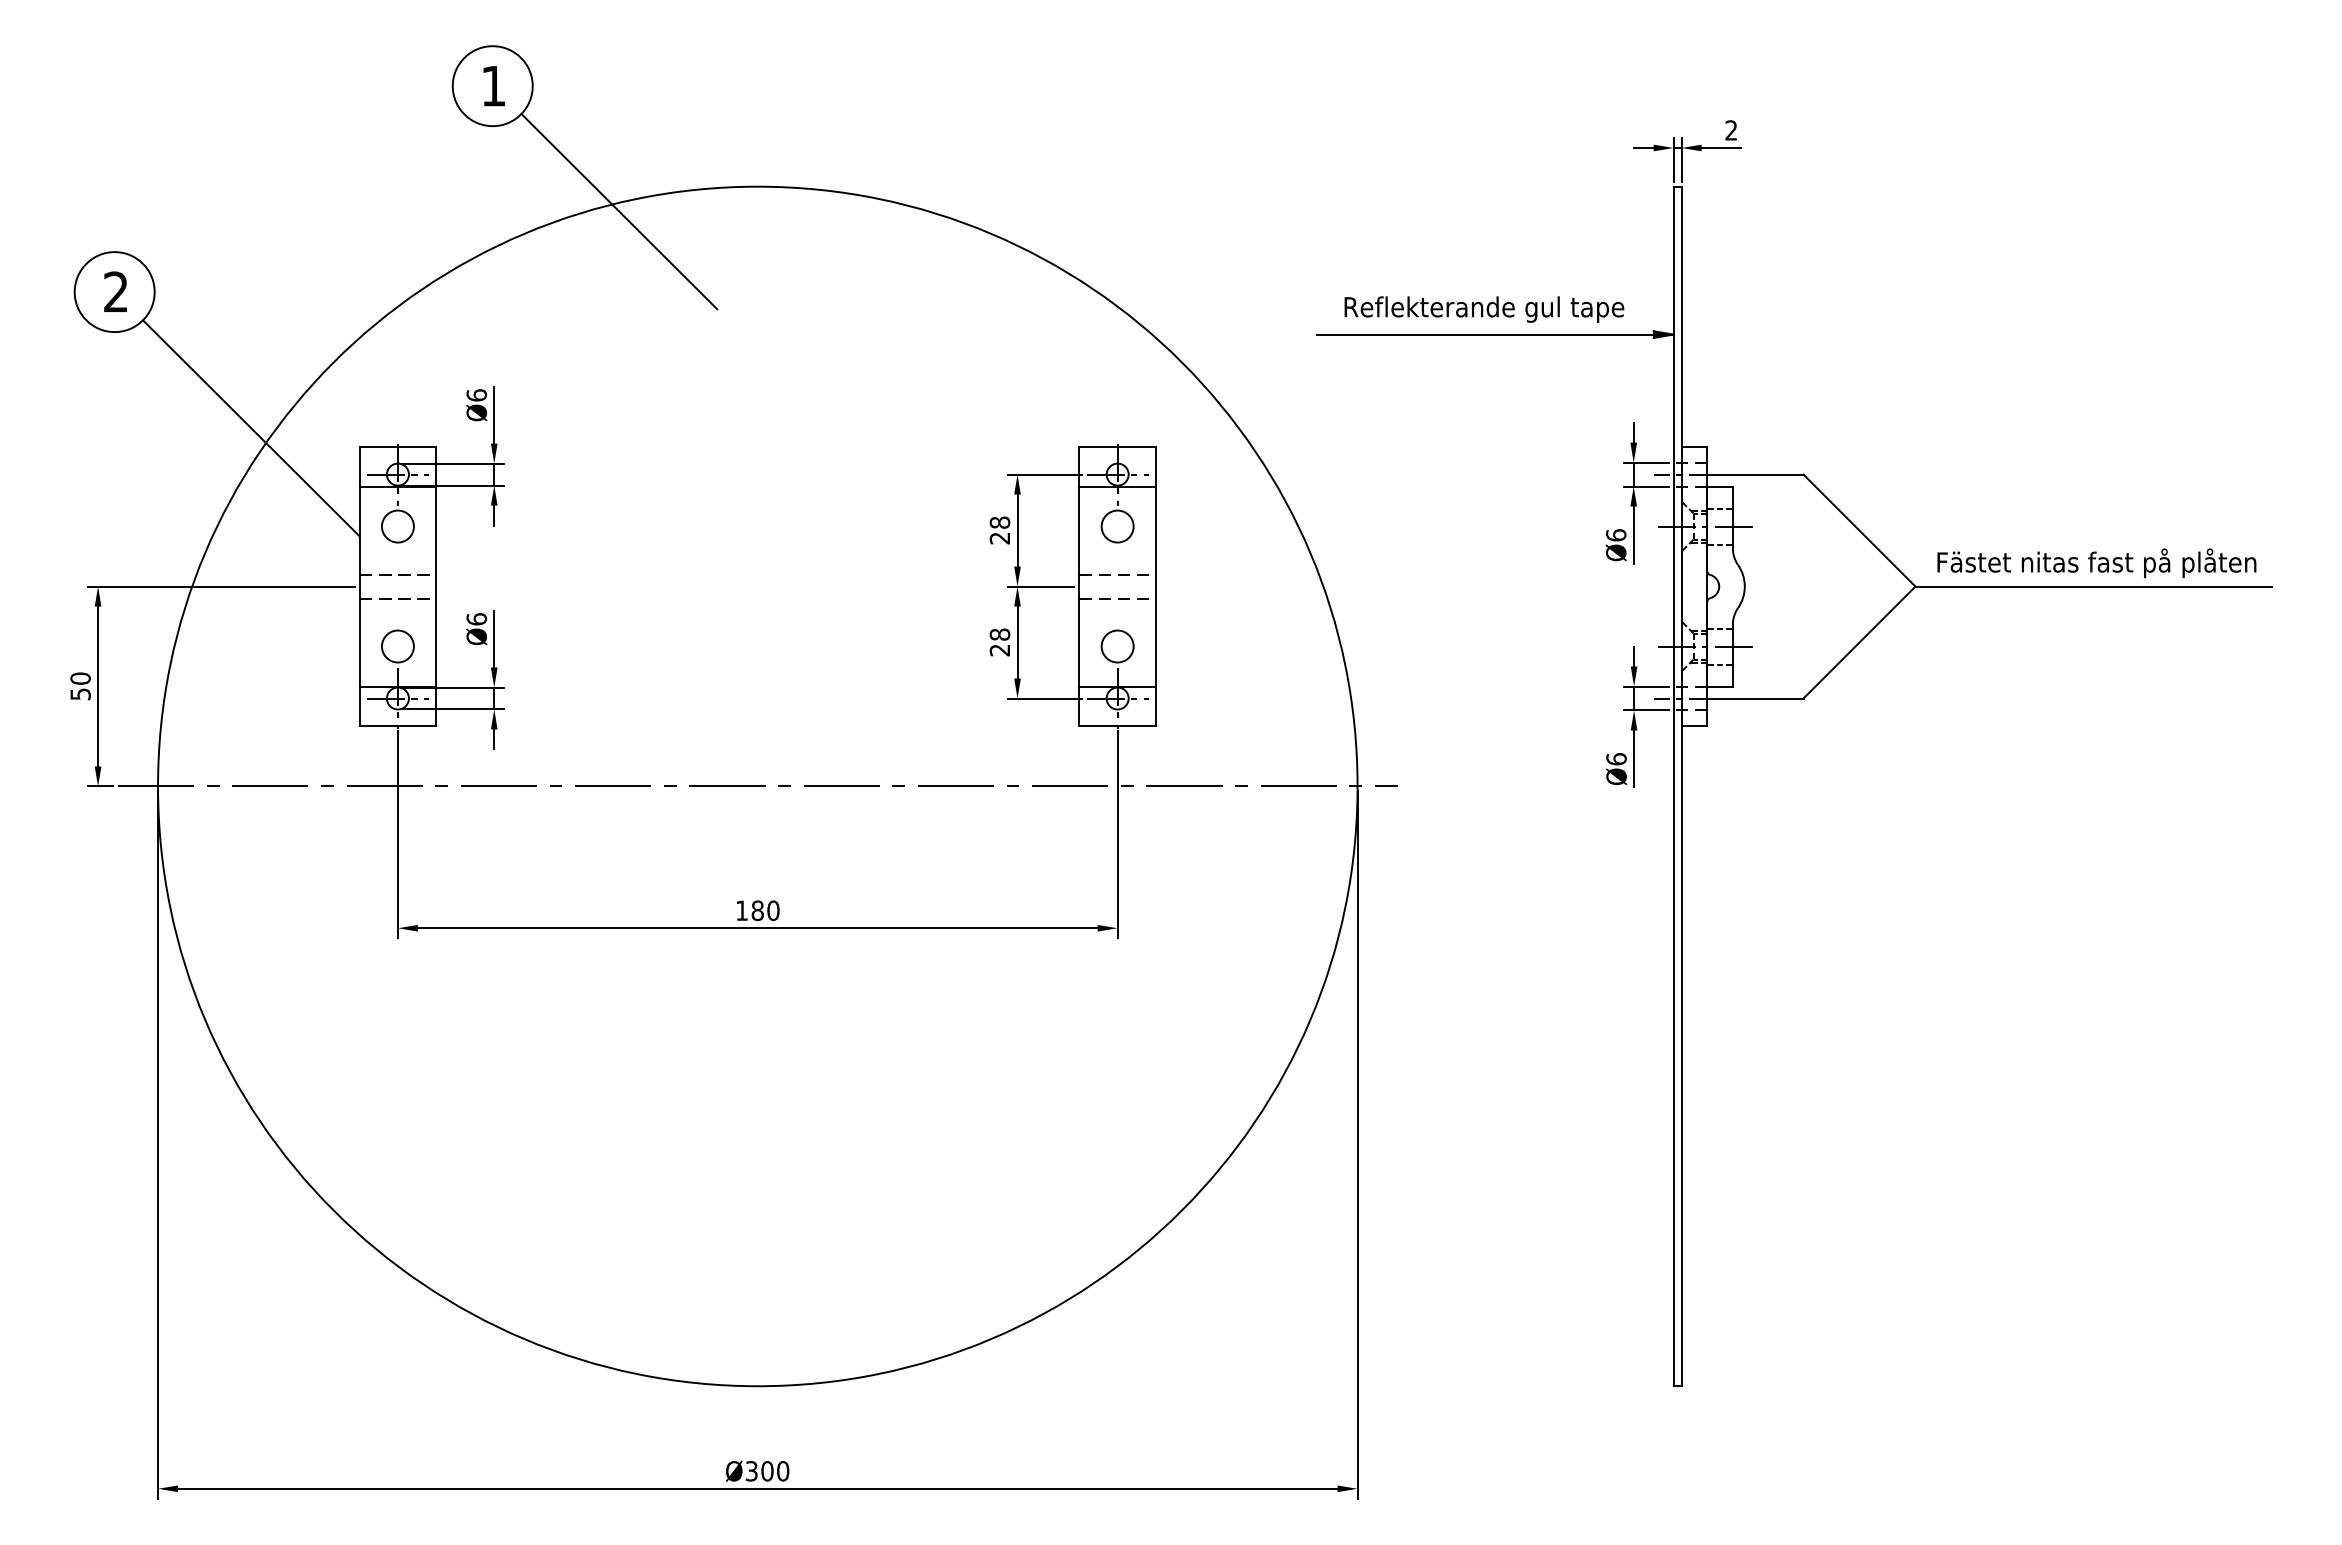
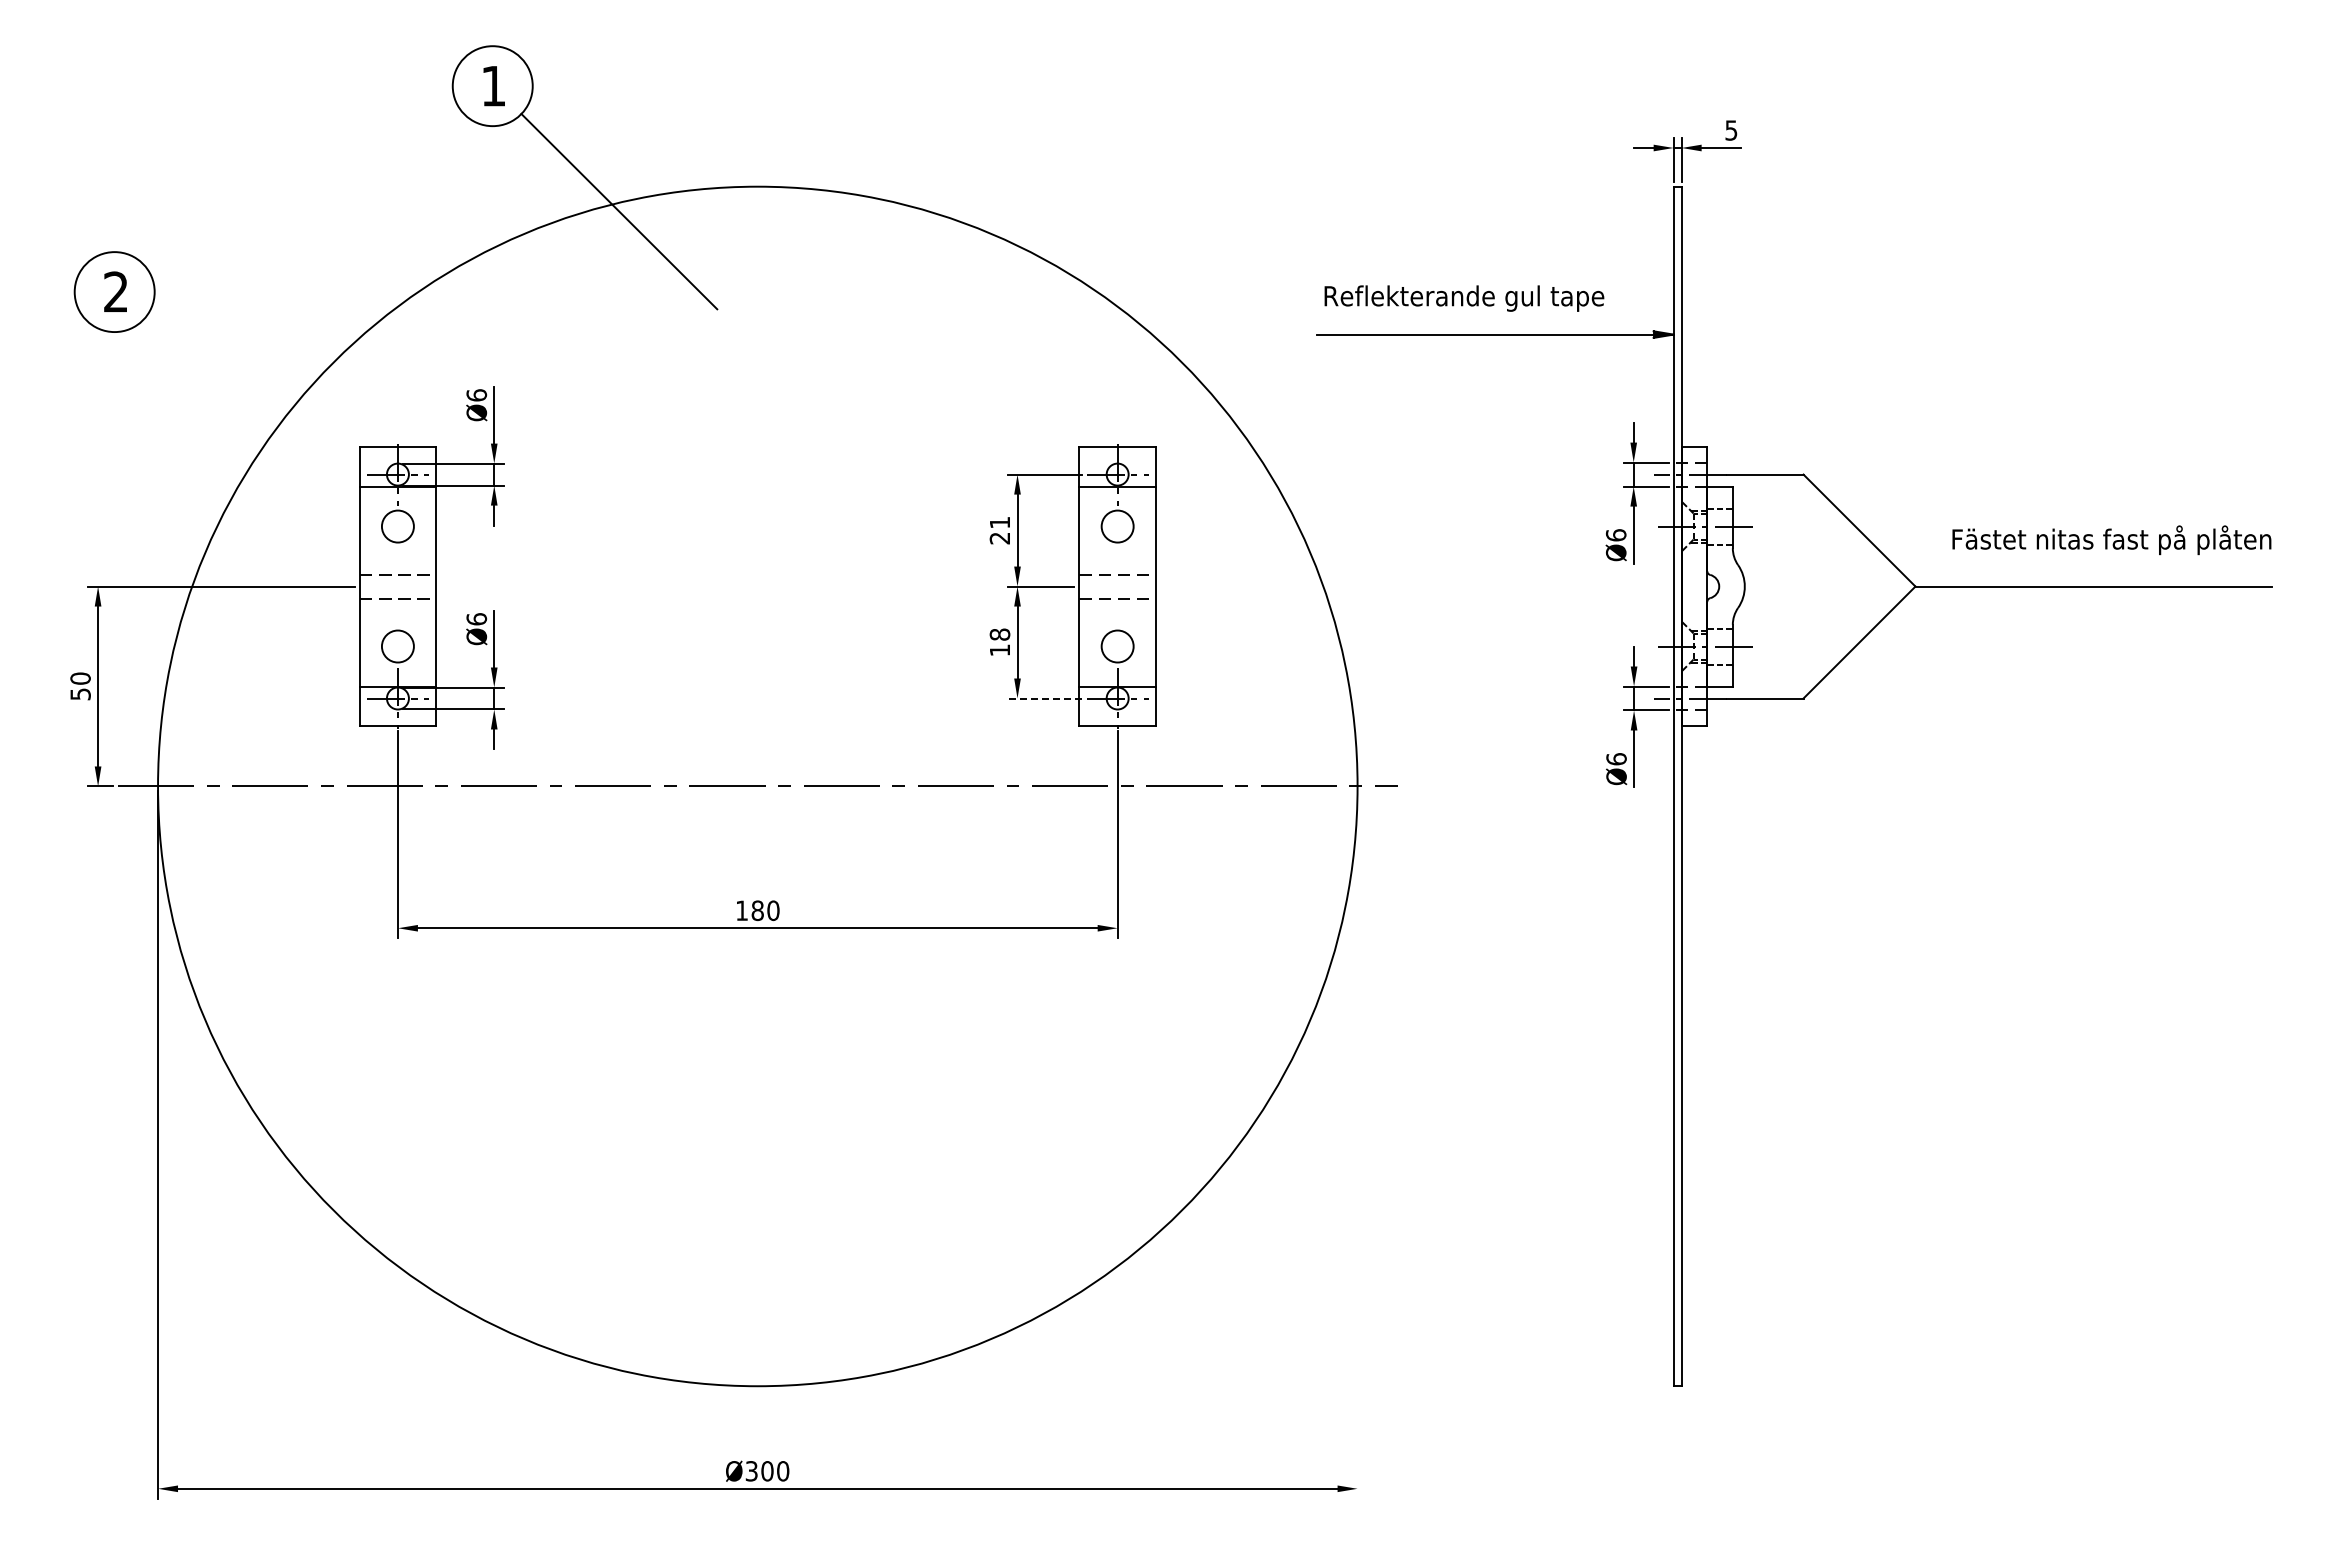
text at (1731, 130): 2 -> 5
text at (1484, 309) position: (1484, 309) -> (1464, 298)
line at (251, 428): present -> none
text at (999, 522): 28 -> 21
text at (2096, 563) position: (2096, 563) -> (2111, 540)
text at (999, 650): 28 -> 18
line at (1044, 698): solid -> dashed
line at (1357, 1144): present -> none
